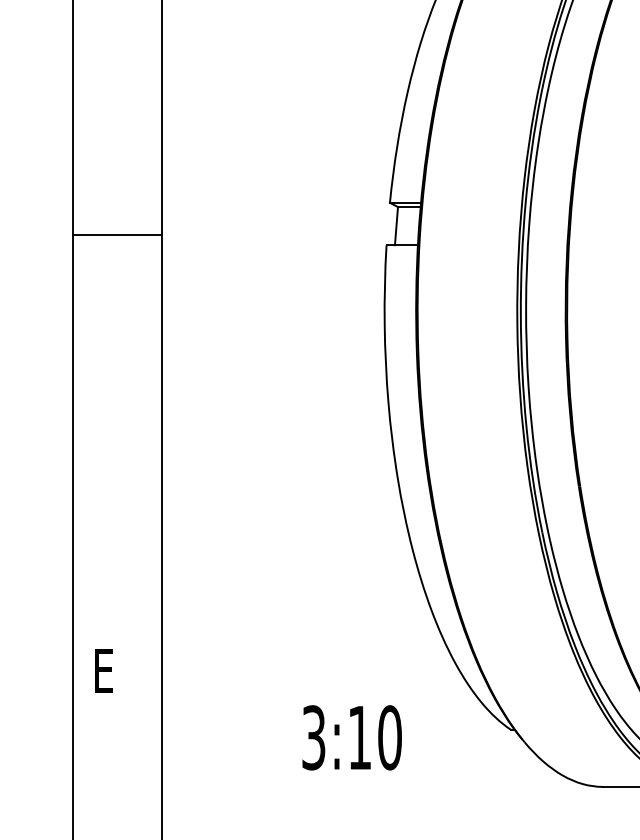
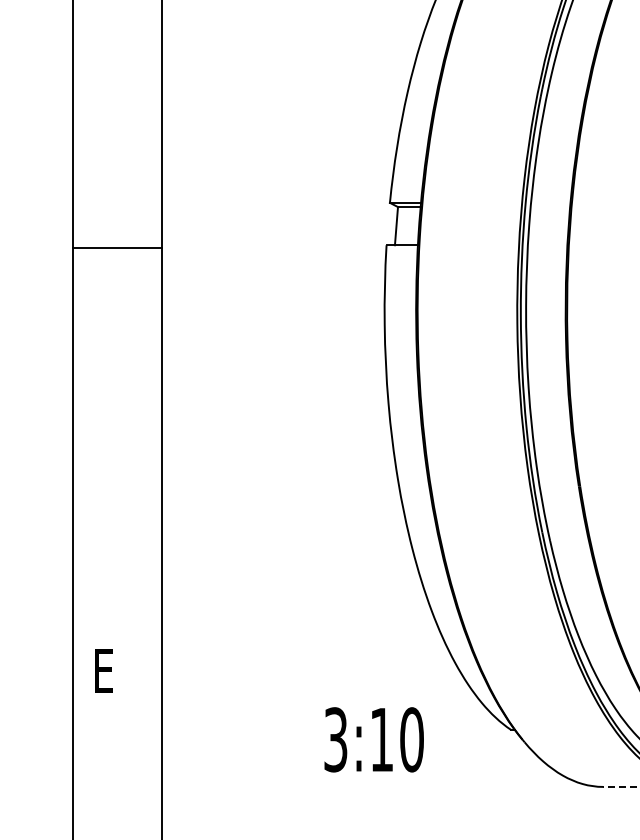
line at (117, 234) position: (117, 234) -> (117, 247)
text at (351, 737) position: (351, 737) -> (373, 739)
line at (620, 786): solid -> dashed
